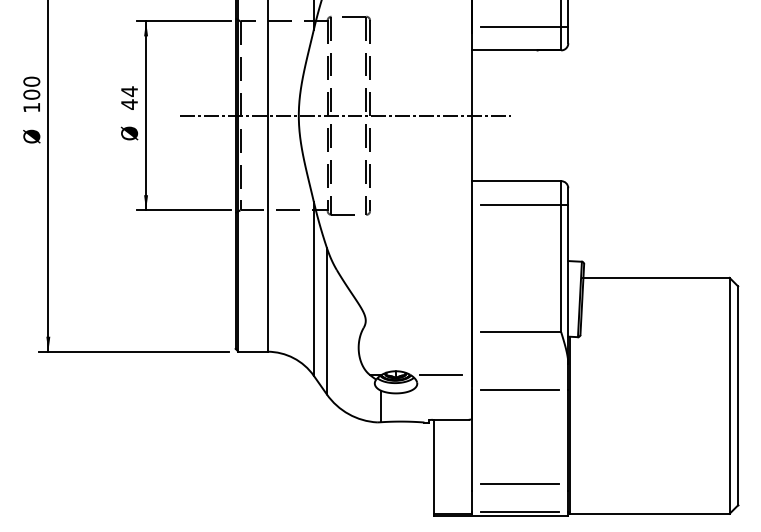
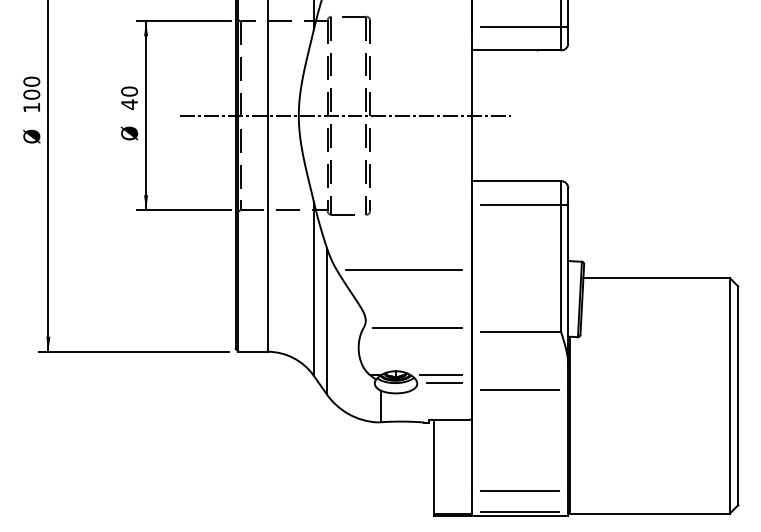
text at (129, 91): 44 -> 40
line at (404, 270): none -> present
line at (417, 327): none -> present
line at (444, 382): none -> present
line at (519, 483) position: (519, 483) -> (519, 490)
